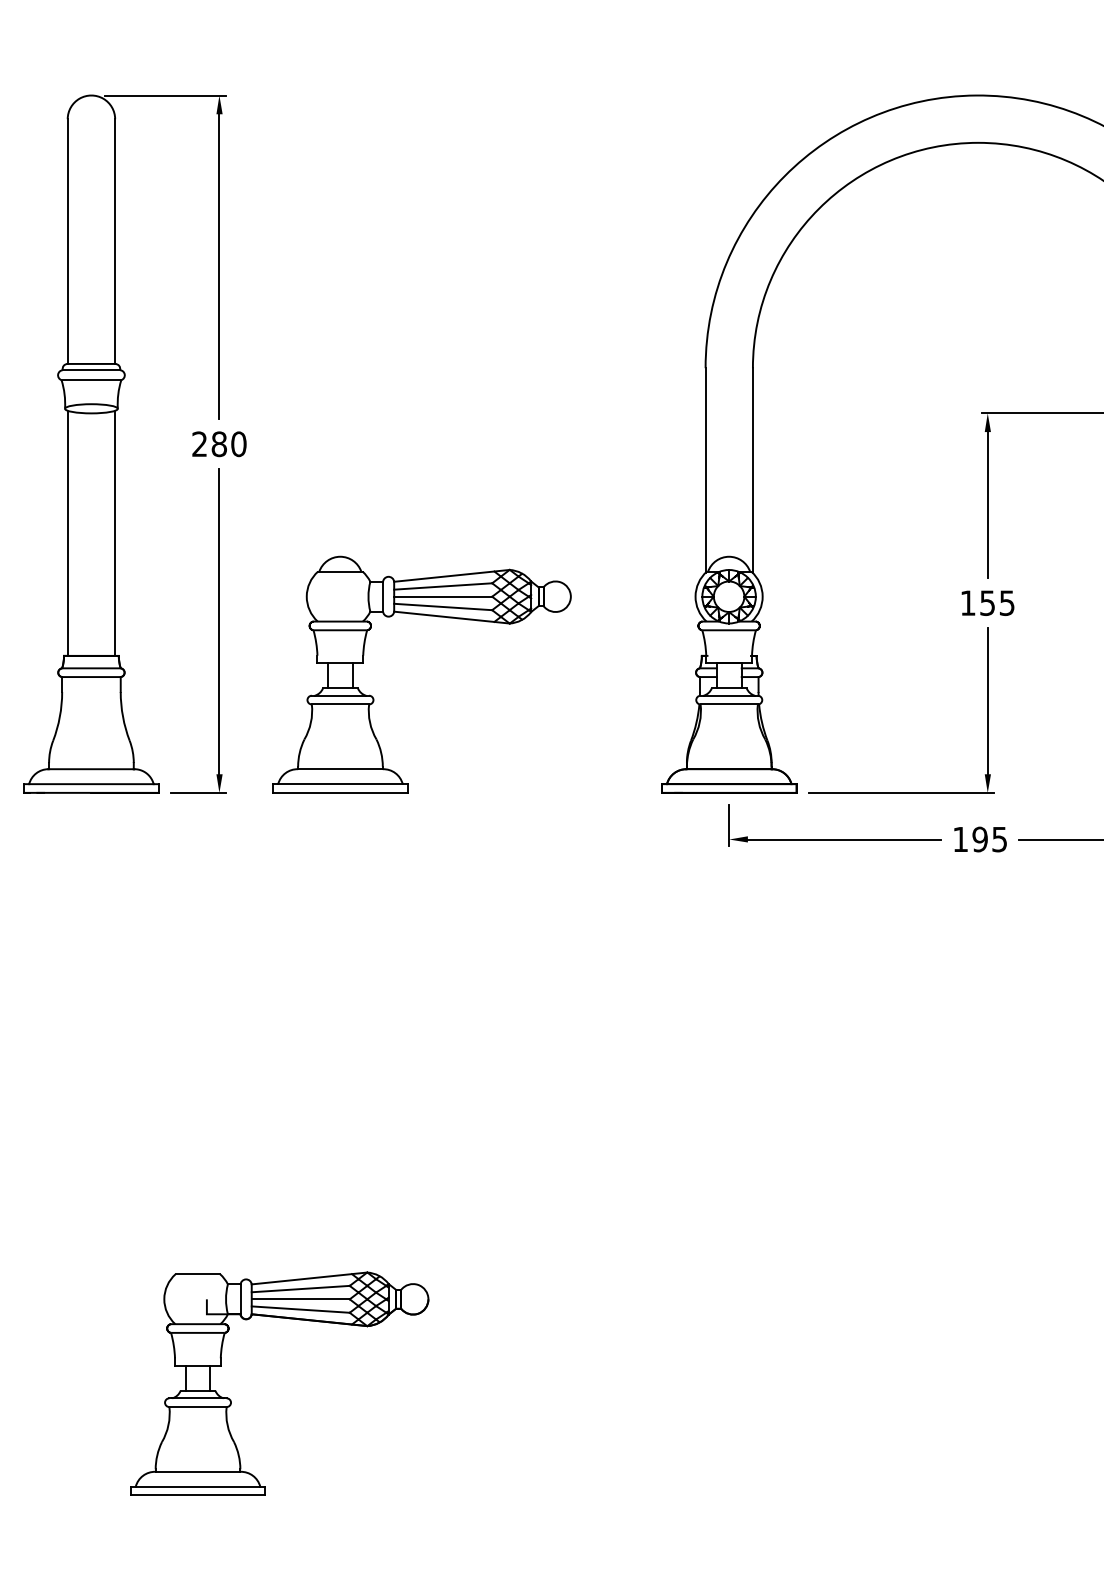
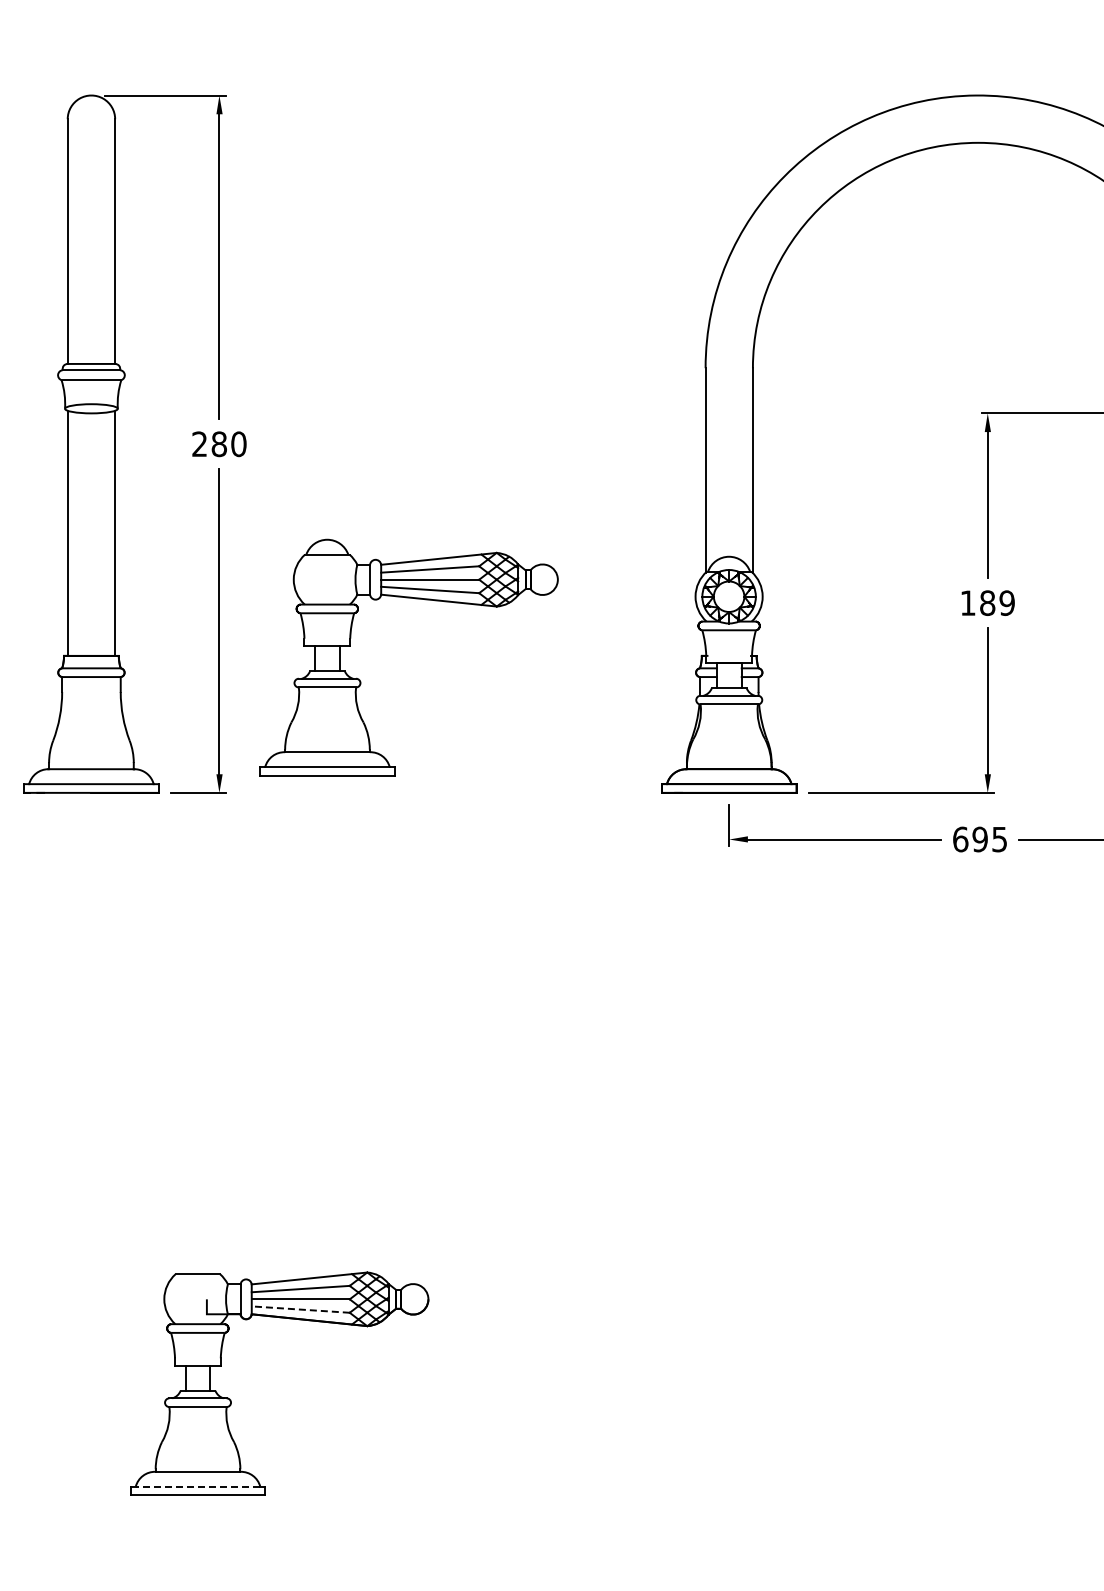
text at (997, 602): 155 -> 189
part at (374, 698) position: (374, 698) -> (361, 681)
text at (960, 839): 195 -> 695
line at (300, 1309): solid -> dashed
line at (197, 1486): solid -> dashed
